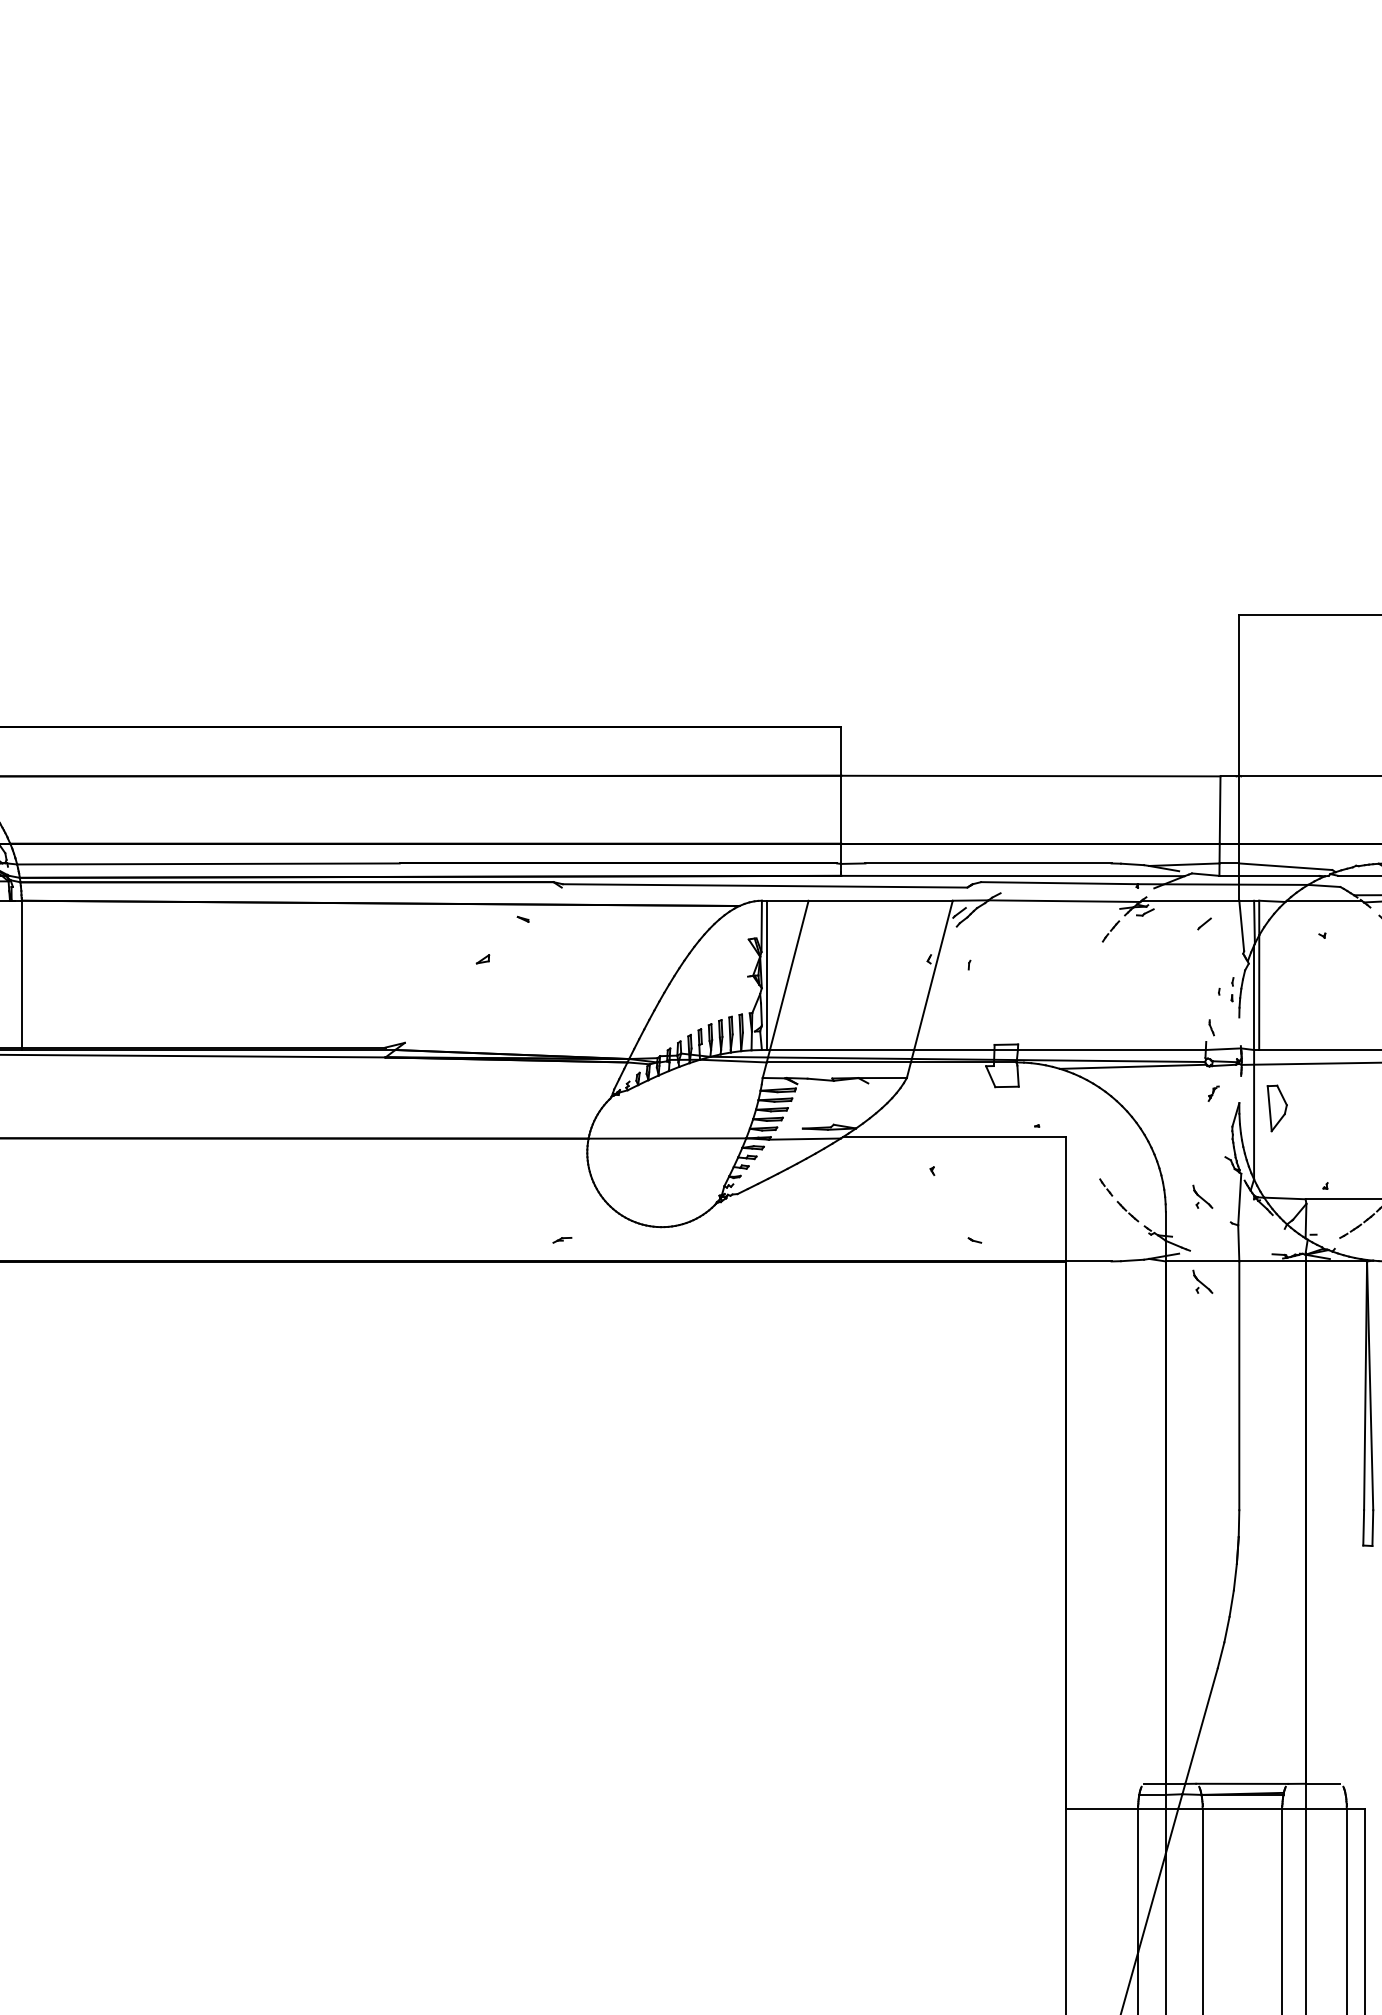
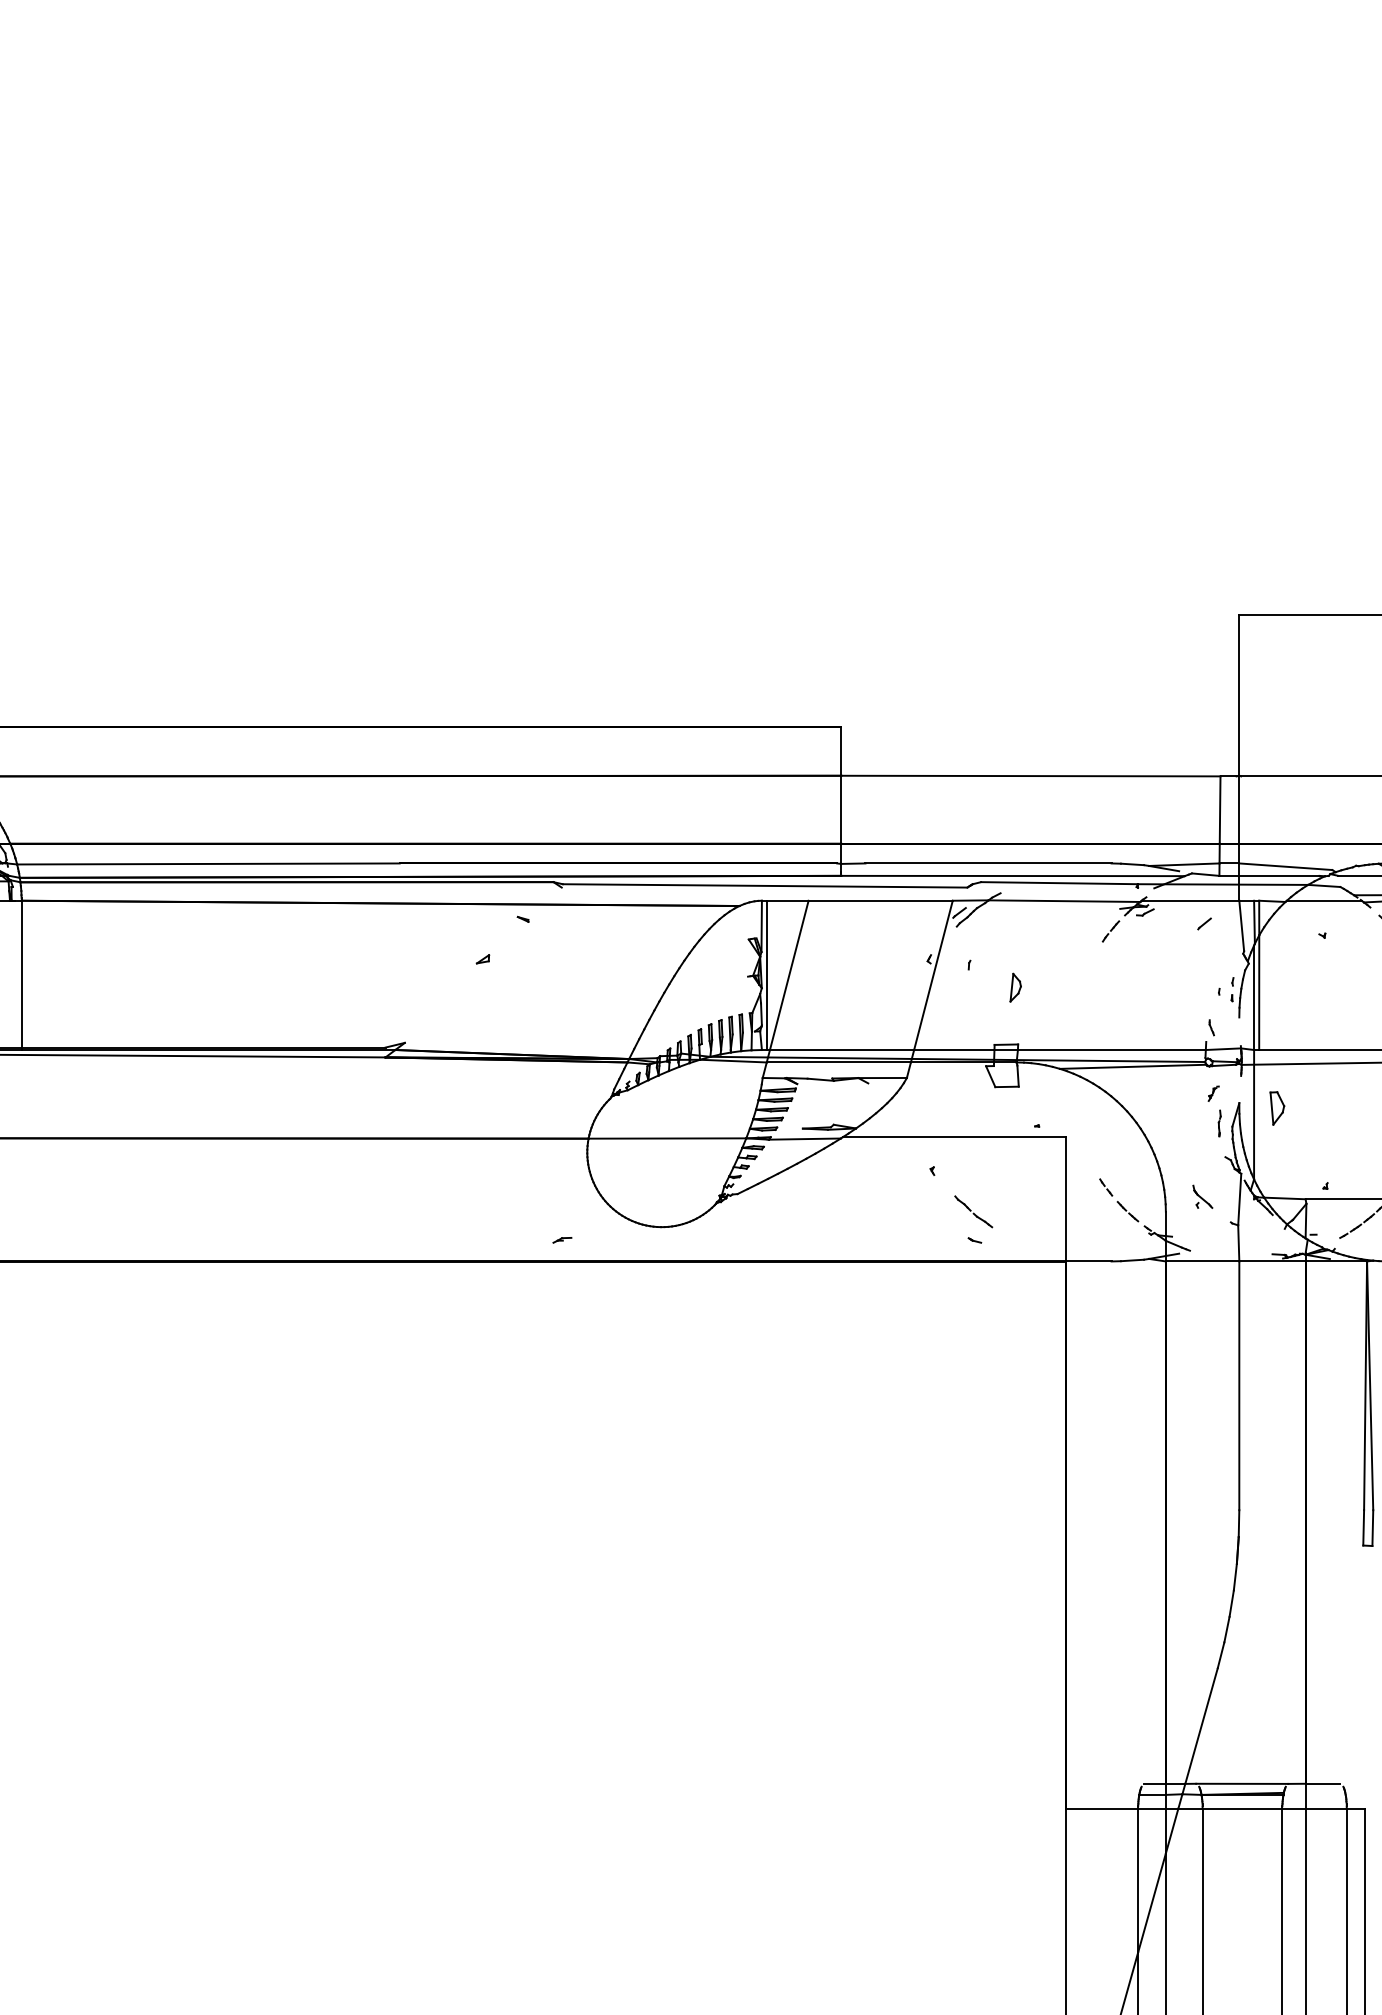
part at (1015, 987): none -> present
part at (1276, 1108) size: 22x49 px -> 17x35 px
part at (1219, 1123): none -> present
part at (973, 1211): none -> present
part at (1202, 1281): present -> none
